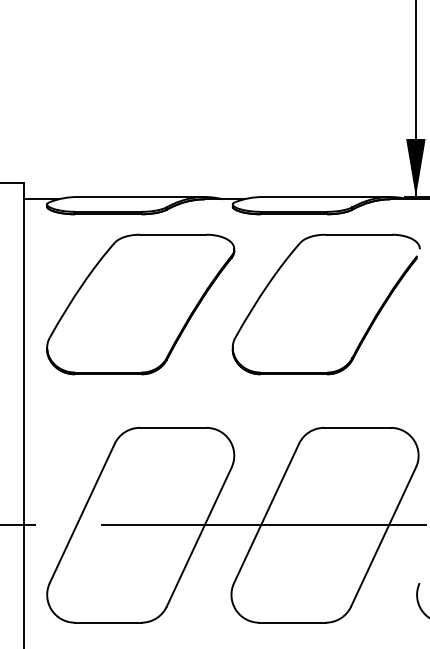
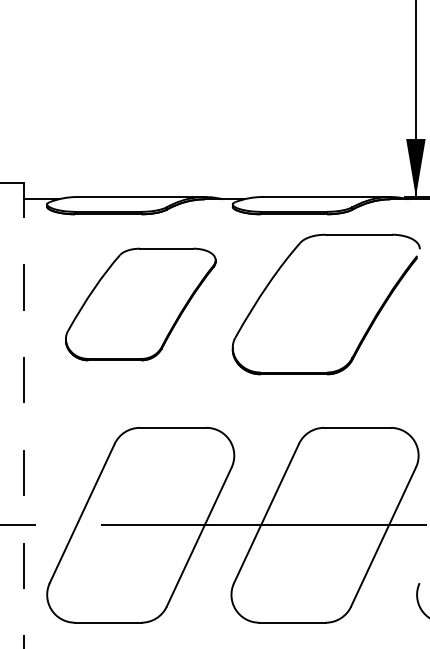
part at (140, 304) size: 190x143 px -> 152x115 px
line at (23, 415): solid -> dashed
